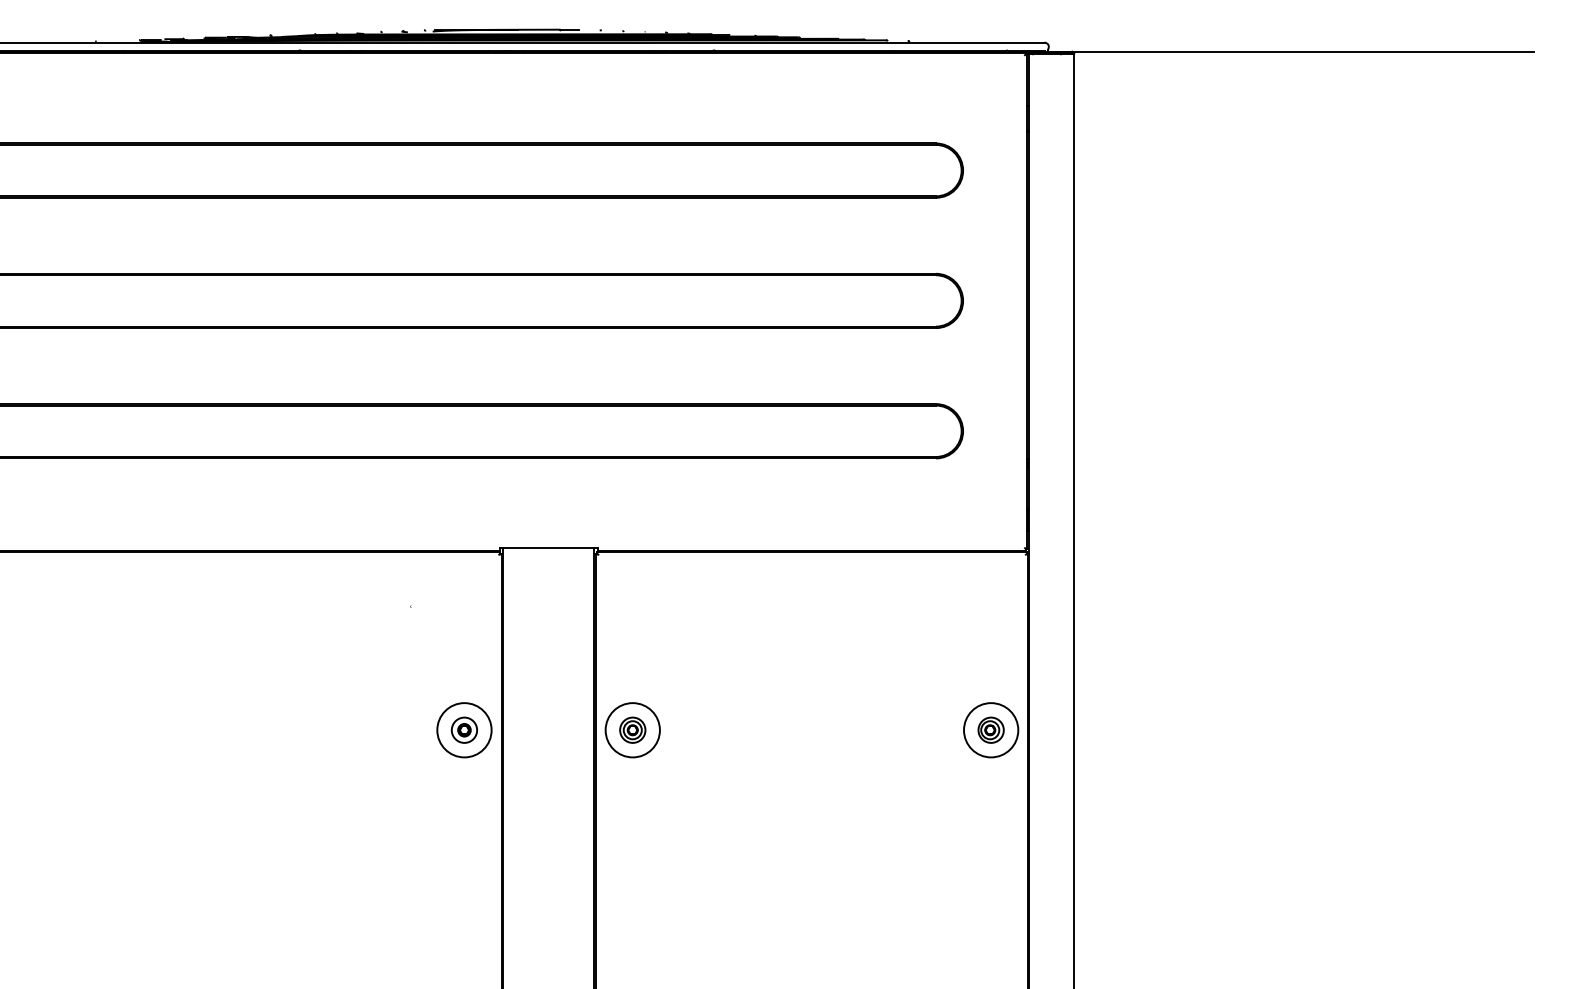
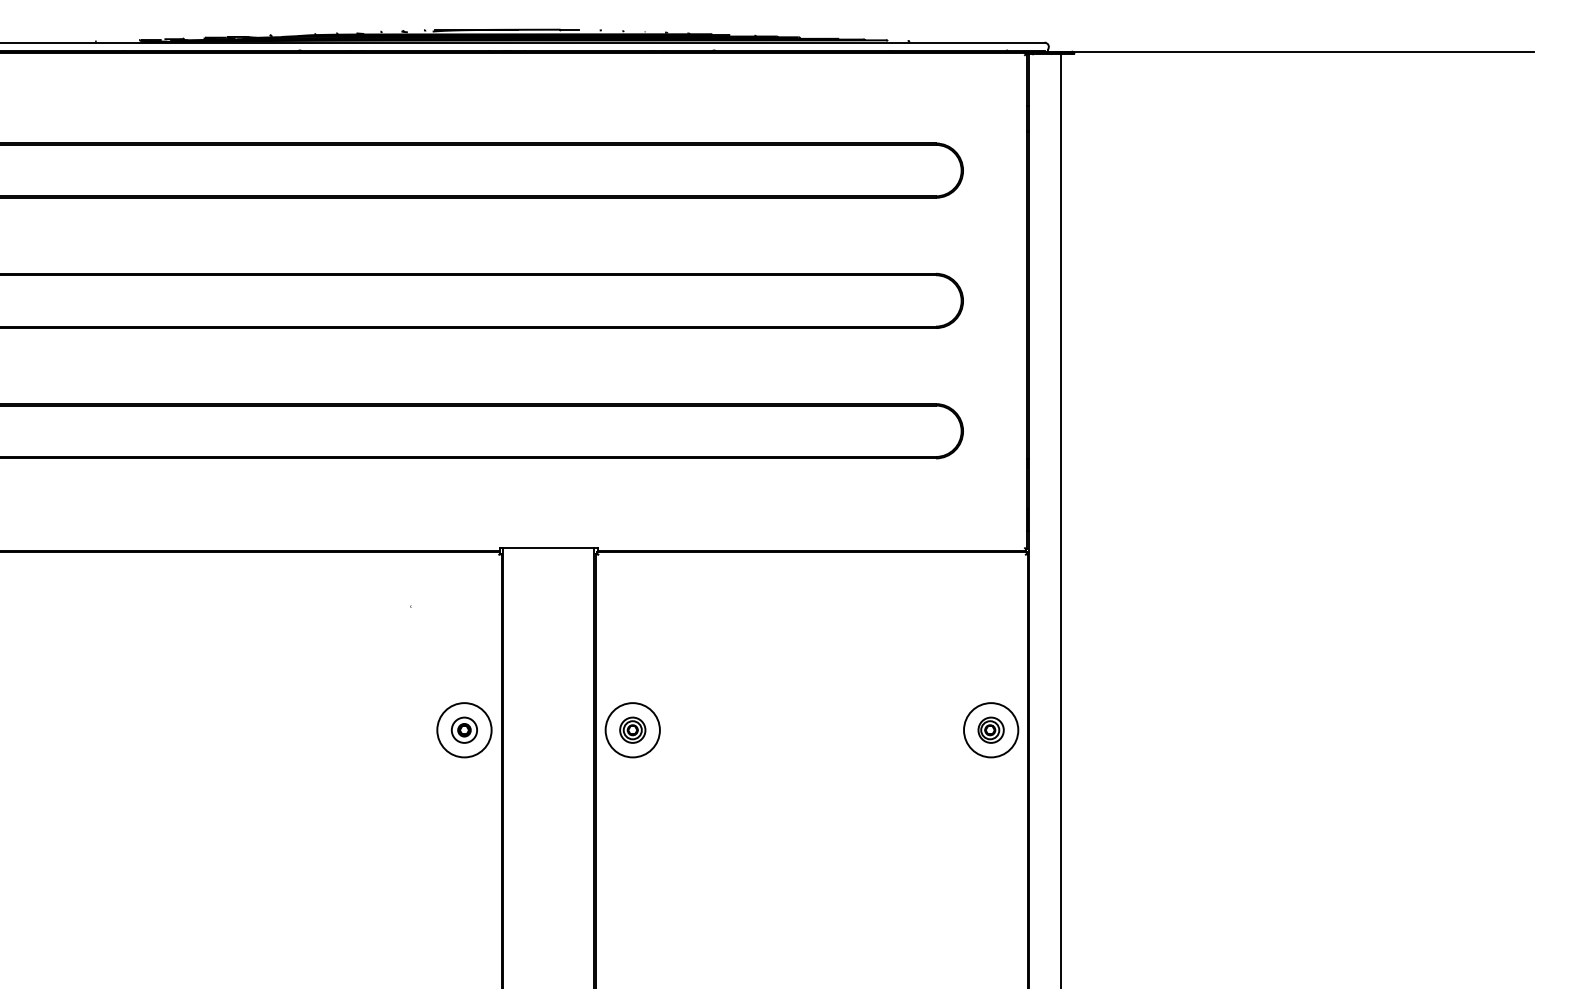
line at (1074, 519) position: (1074, 519) -> (1061, 519)
